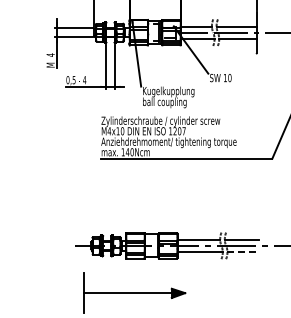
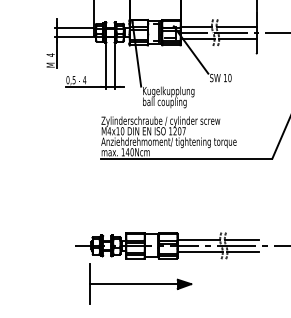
line at (243, 251): dashed -> solid
part at (134, 292) position: (134, 292) -> (140, 283)
